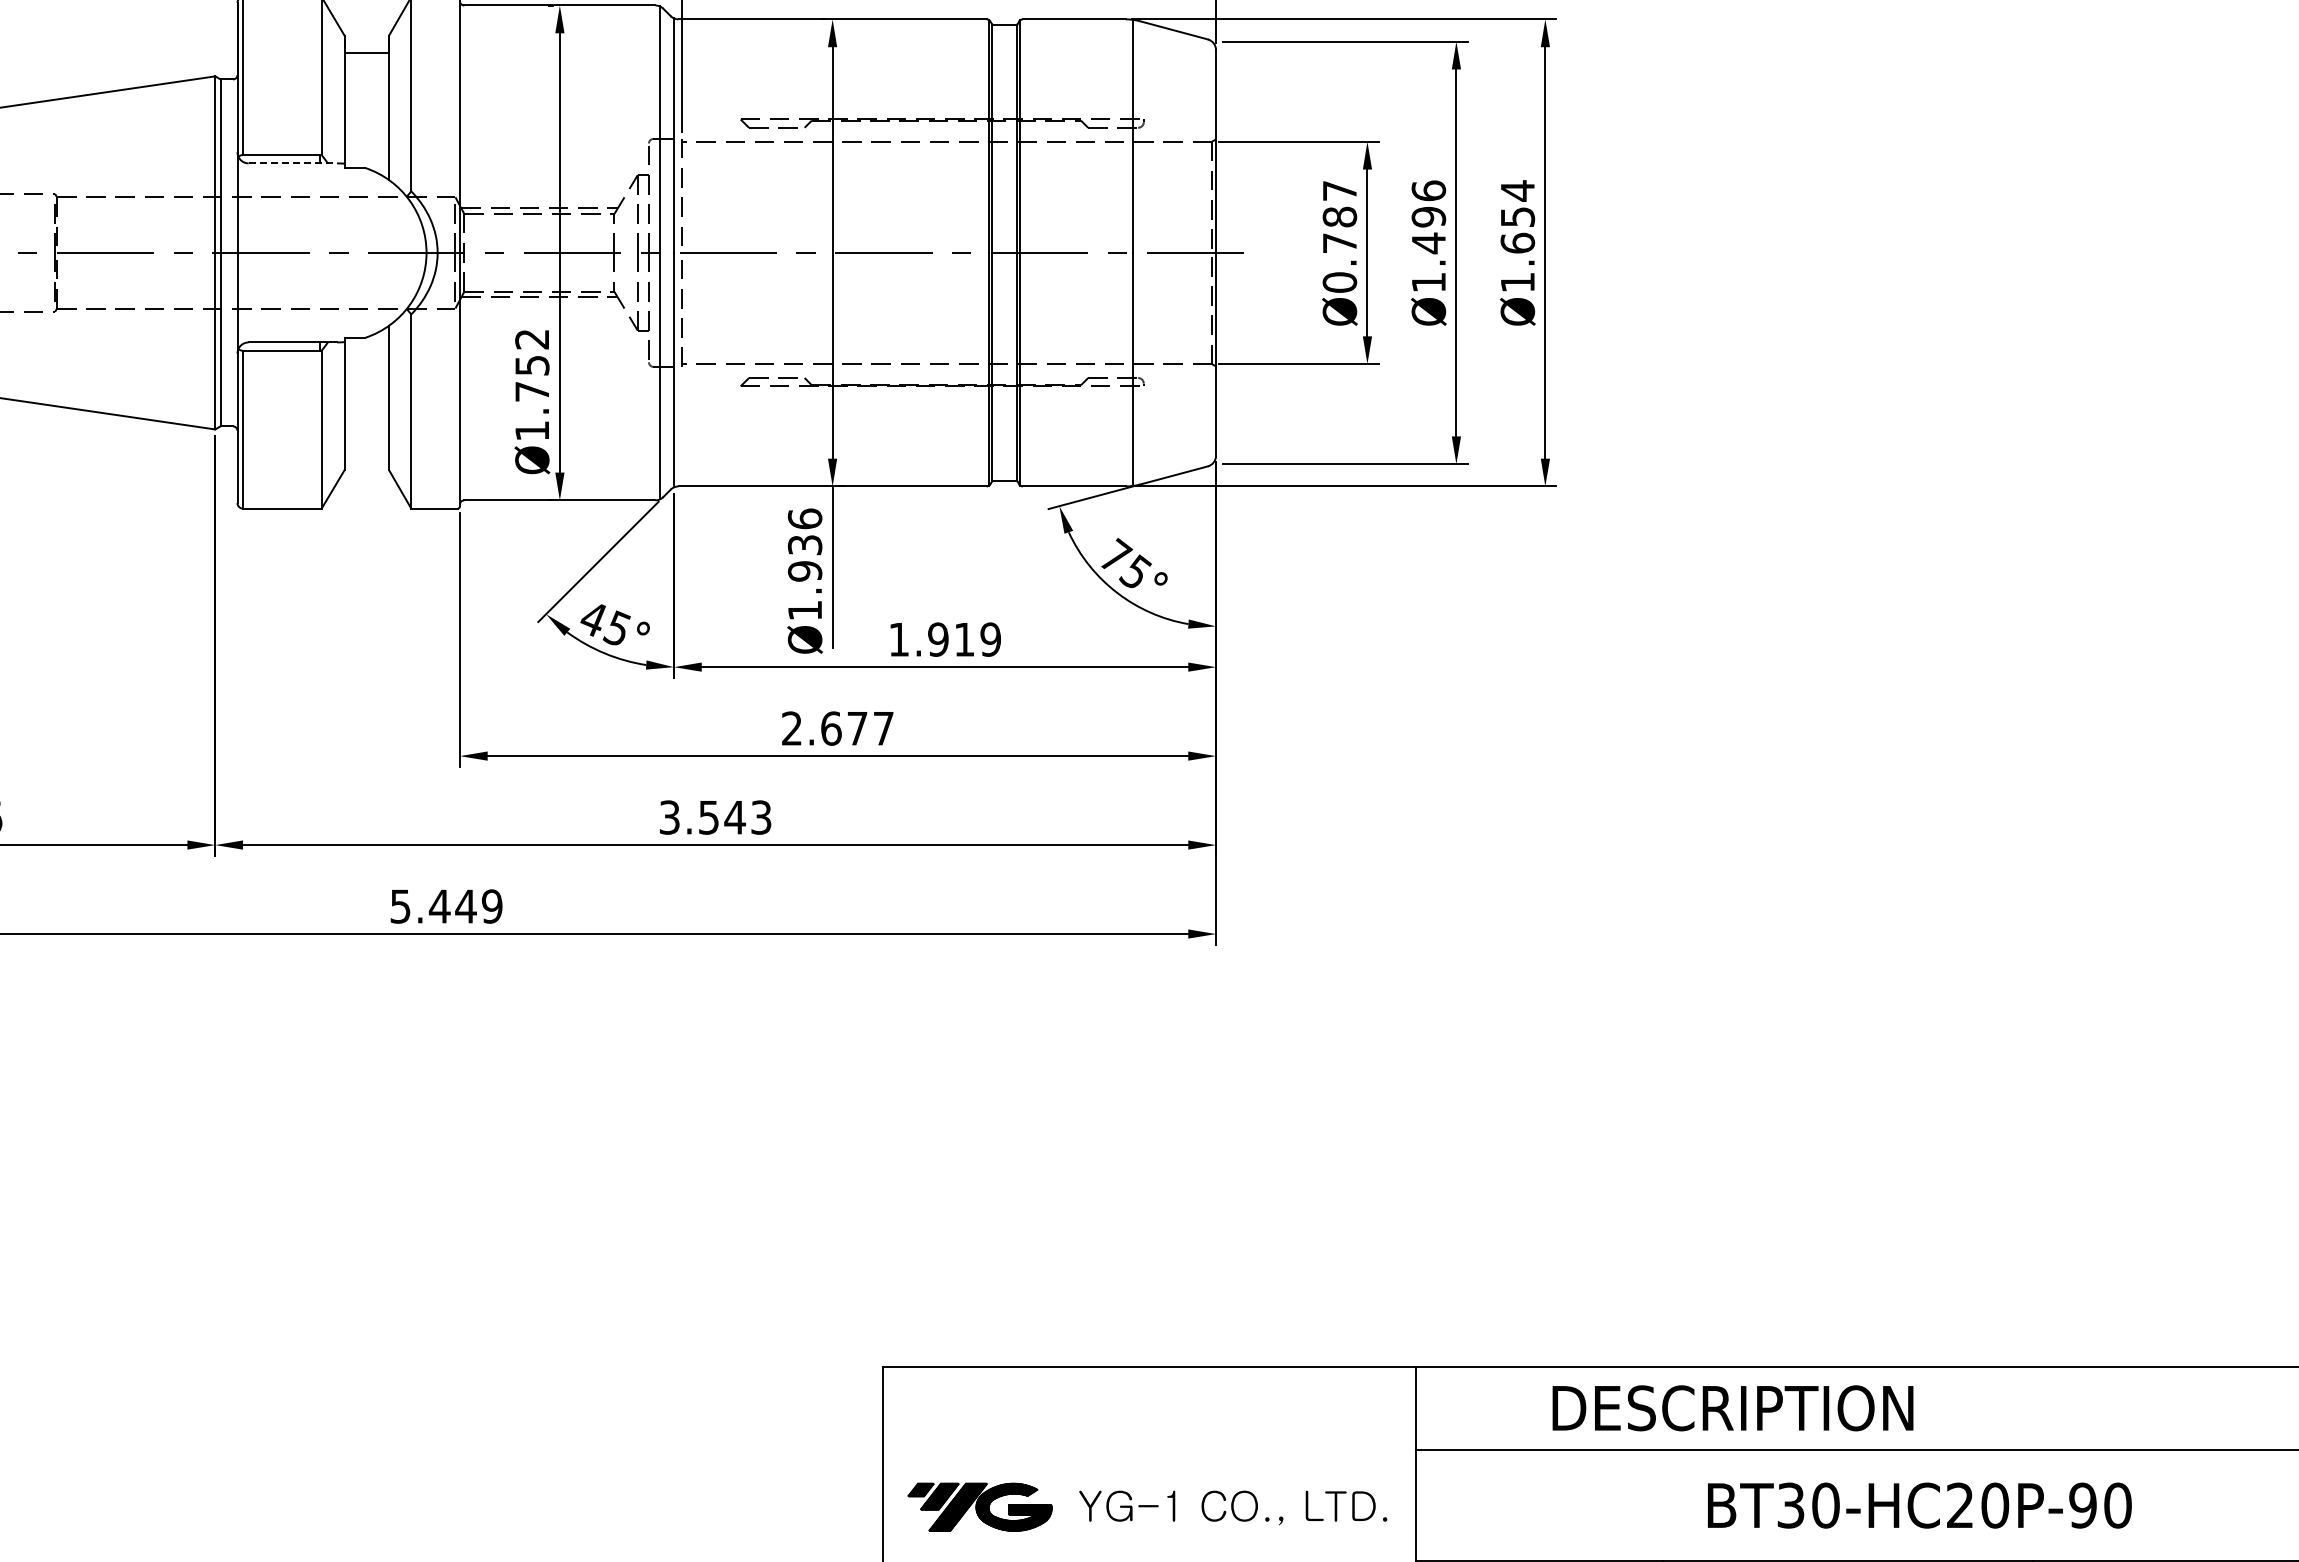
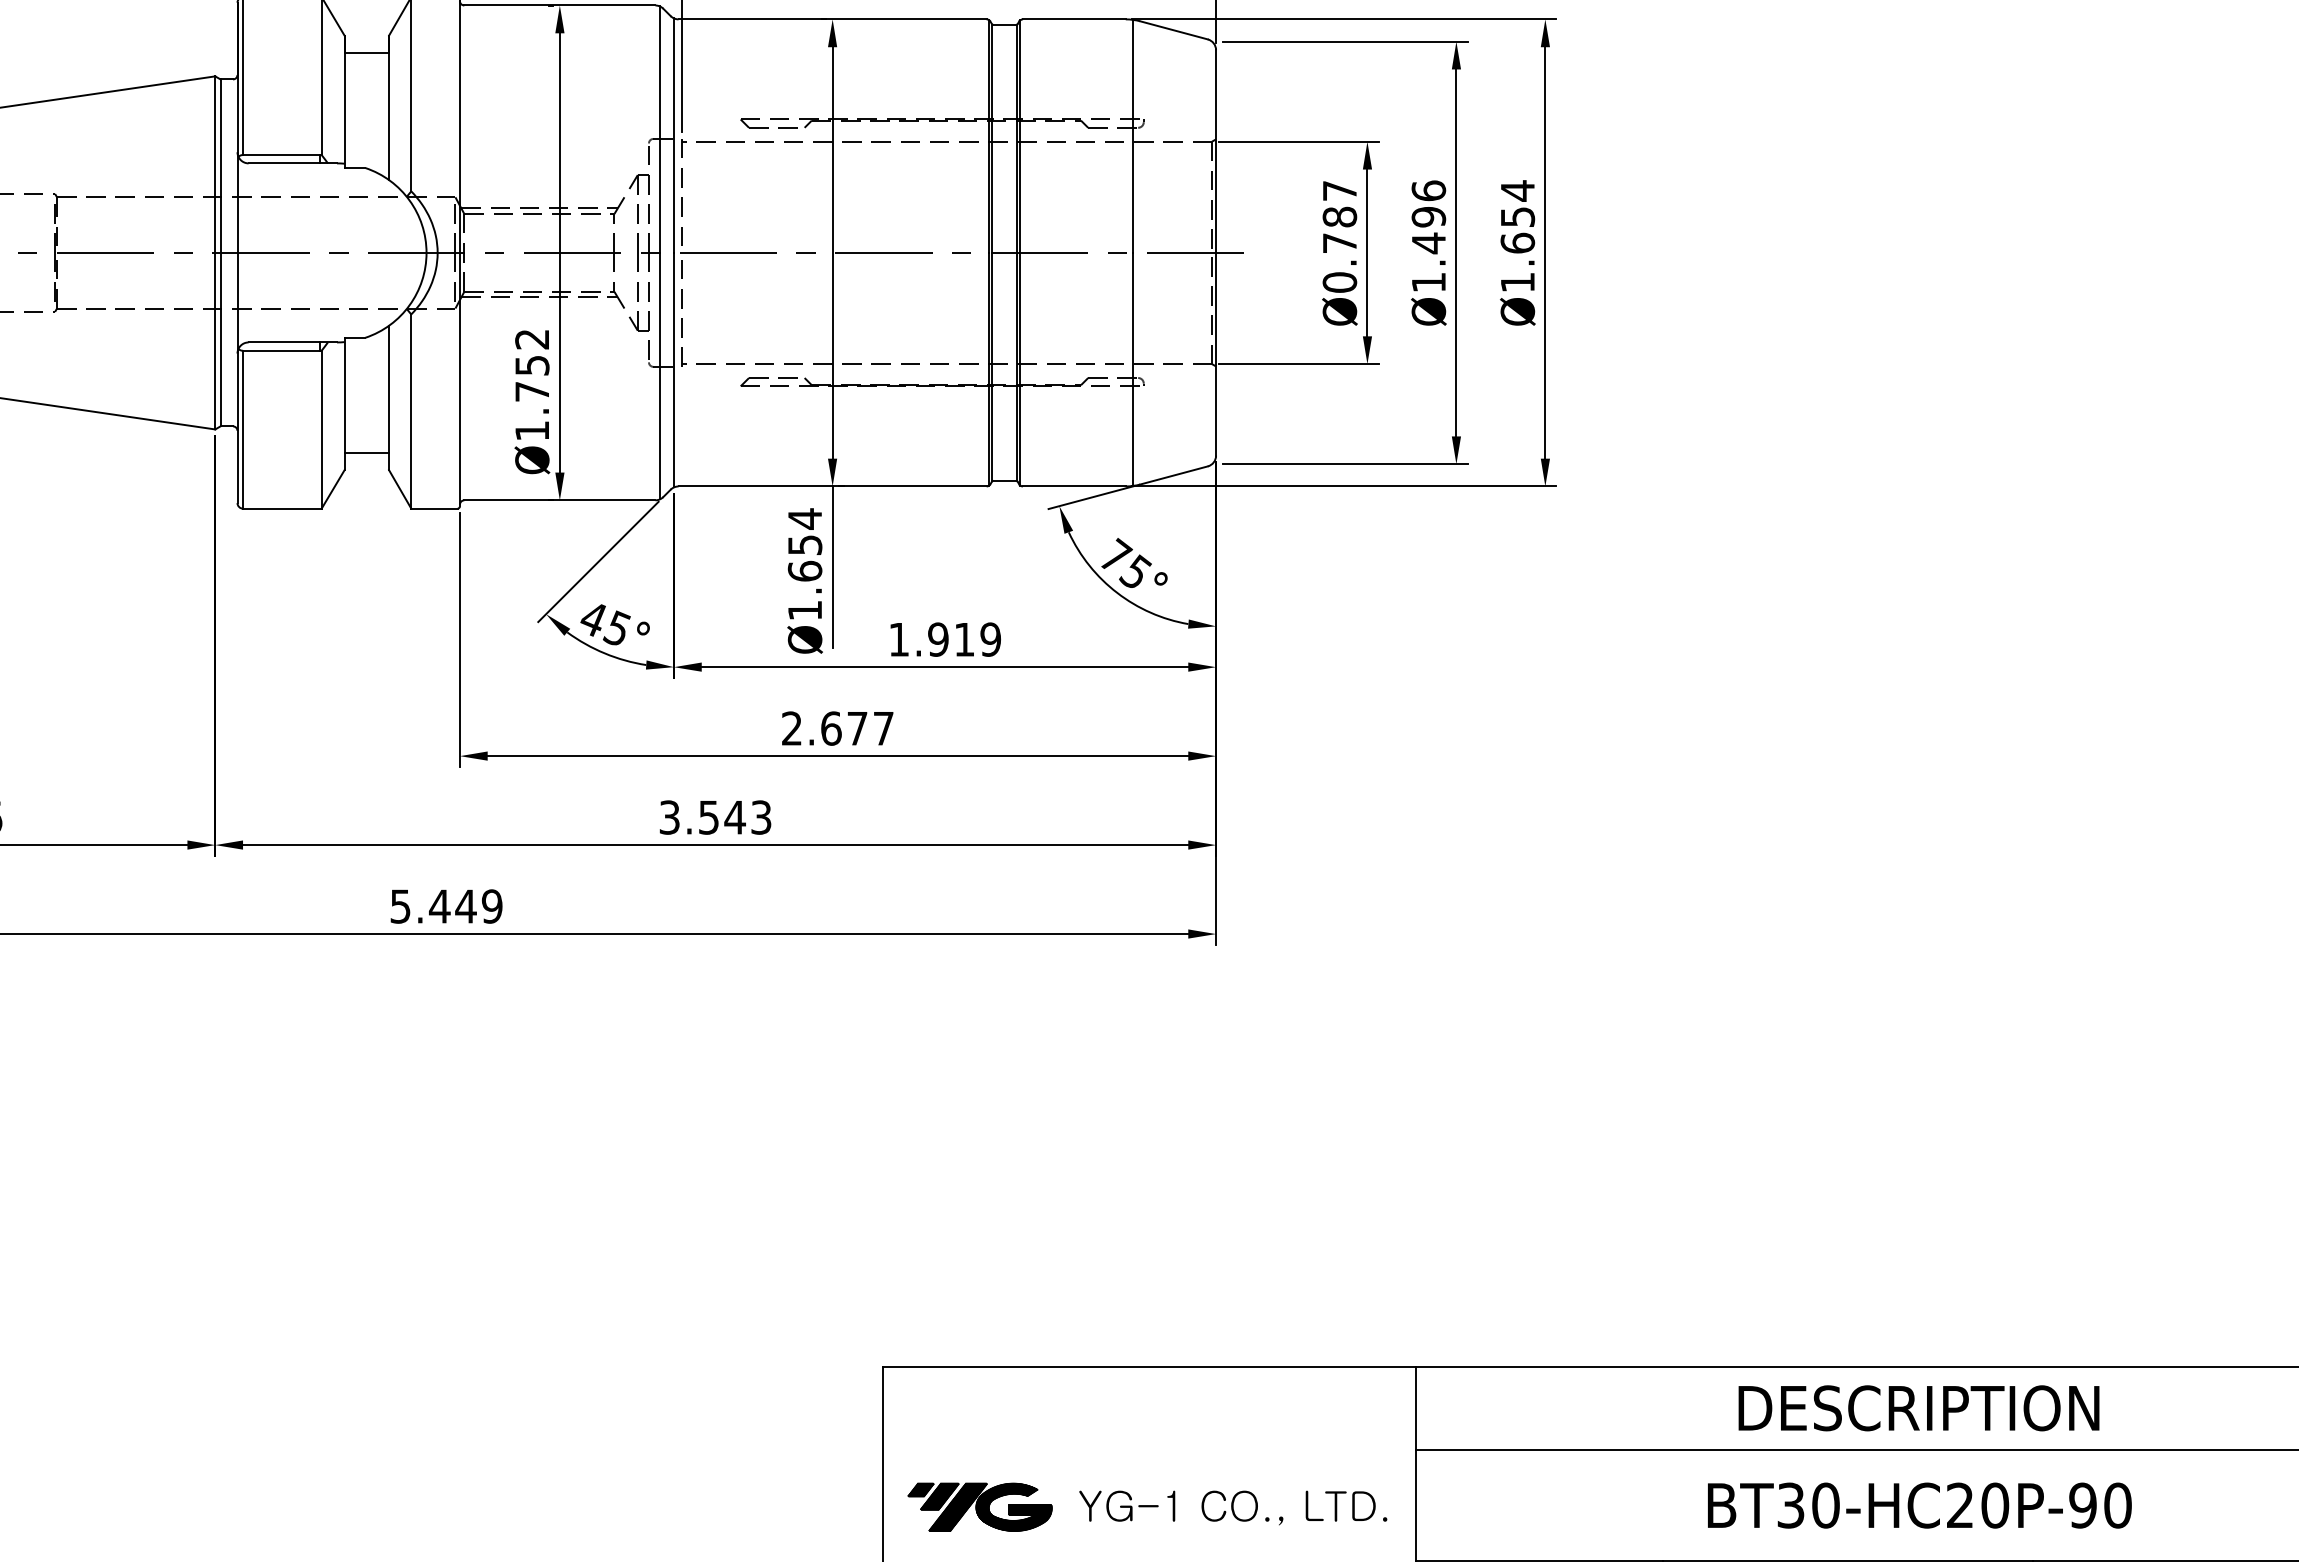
line at (293, 163): dashed -> solid
line at (366, 453): none -> present
text at (804, 544): Ø1.936 -> Ø1.654
text at (1732, 1408) position: (1732, 1408) -> (1918, 1408)
